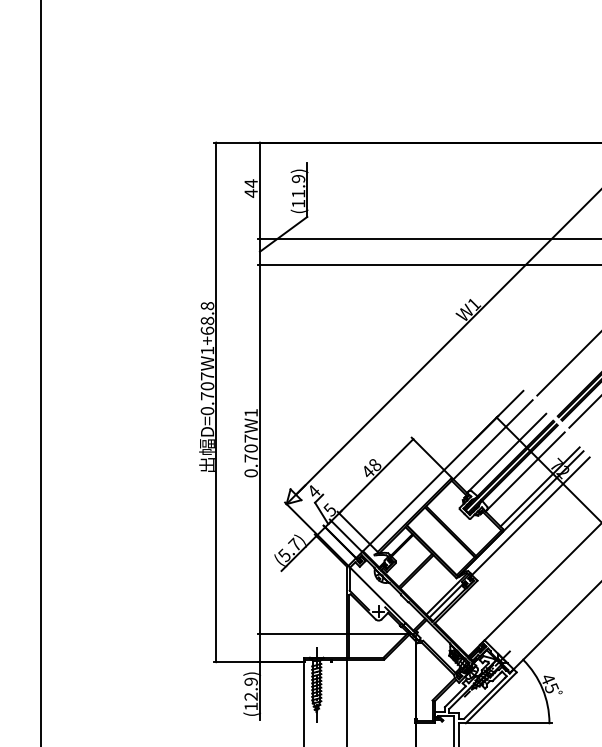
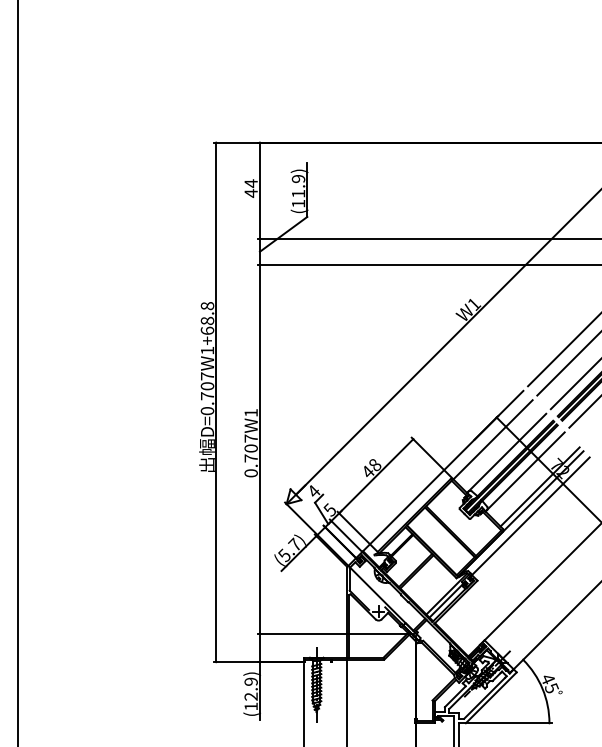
line at (563, 350): none -> present
line at (41, 372) position: (41, 372) -> (18, 372)
line at (574, 385): none -> present
